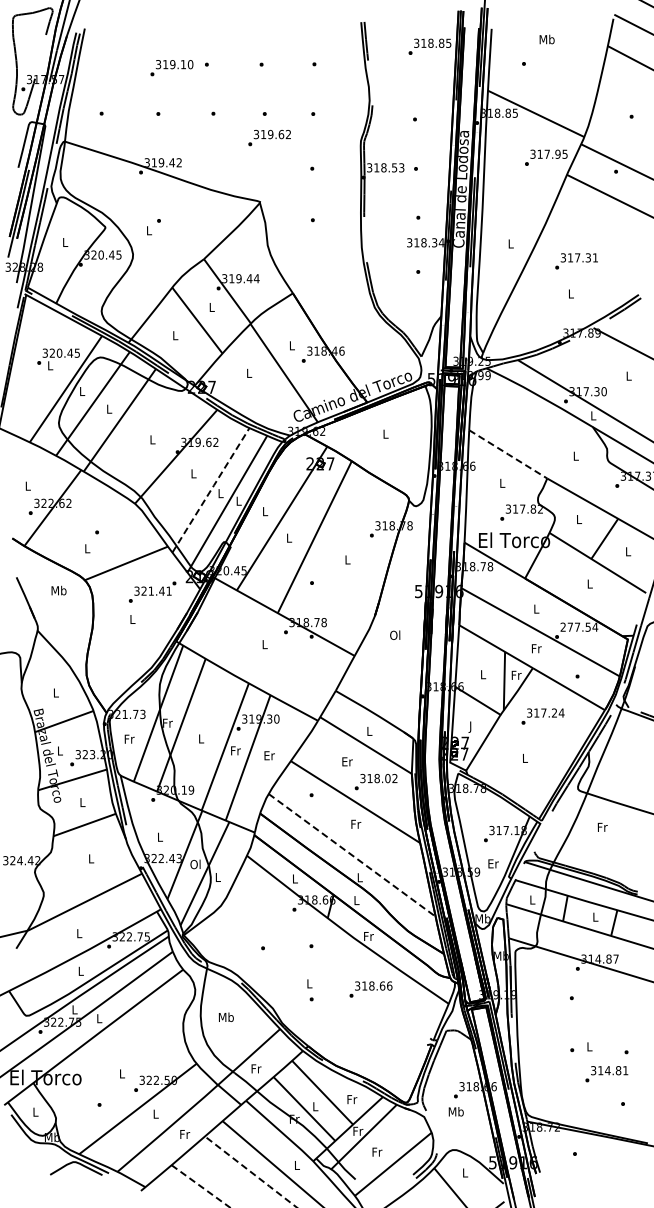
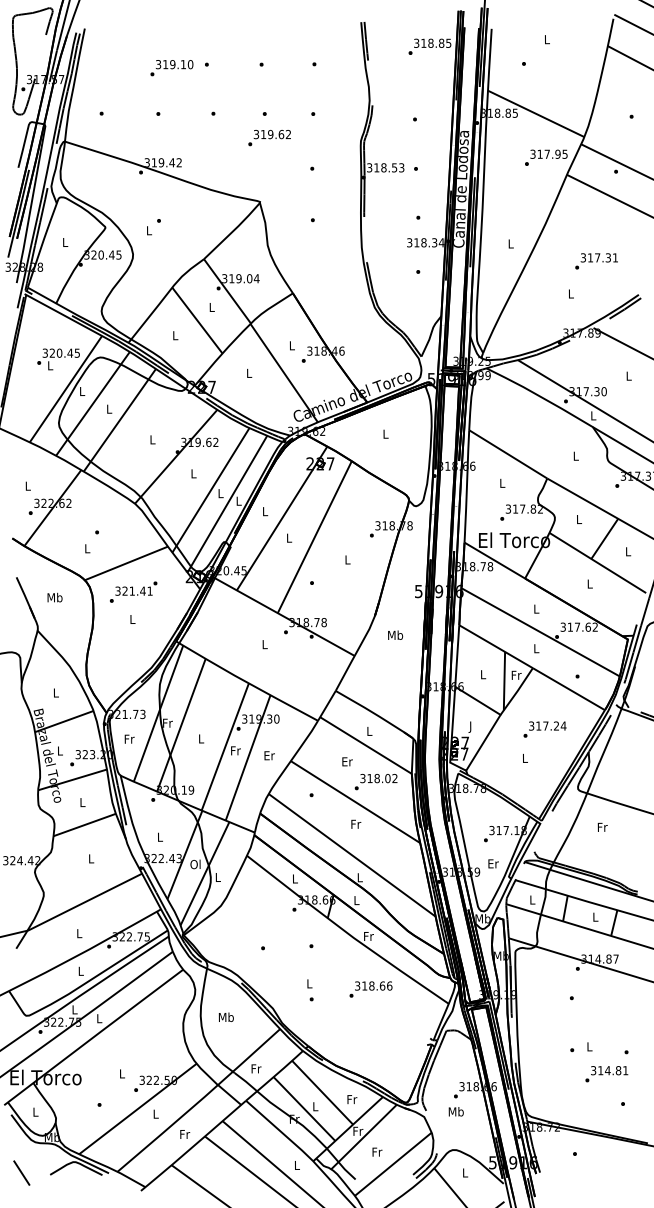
text at (546, 39): Mb -> L
text at (576, 261) position: (576, 261) -> (596, 261)
text at (249, 278): 319.44 -> 319.04
line at (508, 454): dashed -> solid
line at (211, 489): dashed -> solid
text at (58, 590) position: (58, 590) -> (54, 597)
text at (152, 591) position: (152, 591) -> (133, 591)
text at (579, 626): 277.54 -> 317.62
text at (395, 634): Ol -> Mb
text at (536, 648): Fr -> L
text at (542, 716) position: (542, 716) -> (544, 729)
line at (353, 855): dashed -> solid
line at (21, 1172): none -> present
line at (251, 1172): dashed -> solid
line at (201, 1186): dashed -> solid
